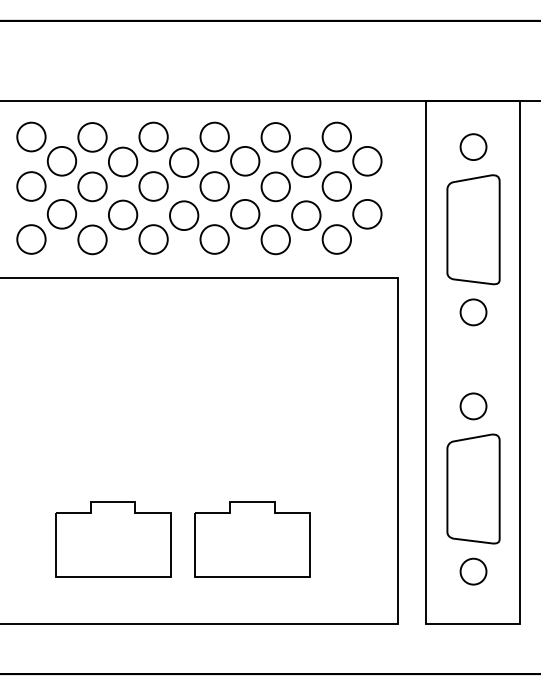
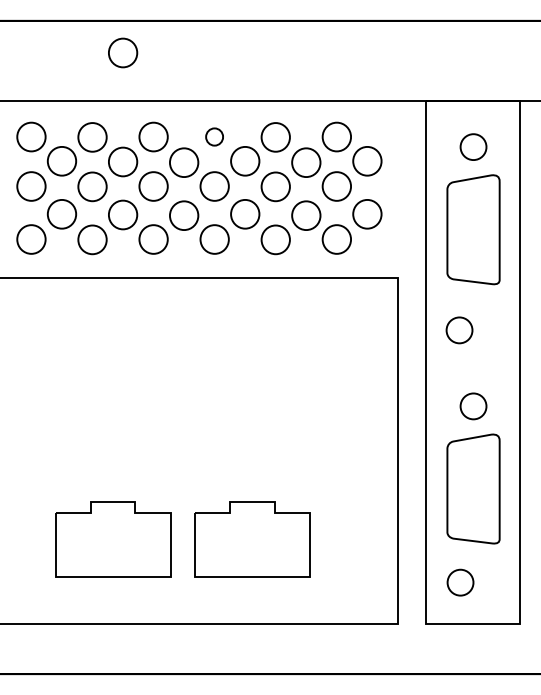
part at (123, 52): none -> present
part at (214, 136) size: 31x32 px -> 19x20 px
part at (473, 312) position: (473, 312) -> (459, 330)
part at (473, 571) position: (473, 571) -> (460, 582)
